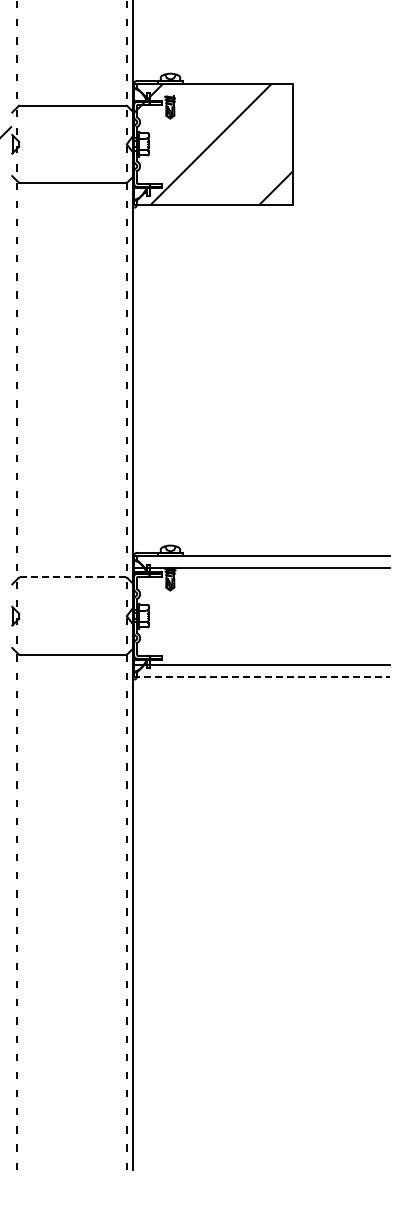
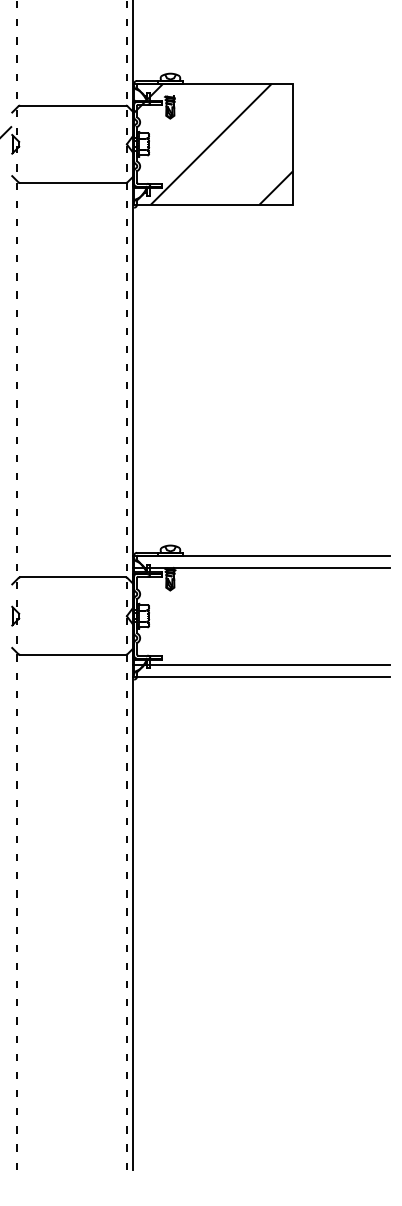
line at (73, 577): dashed -> solid
line at (261, 676): dashed -> solid
